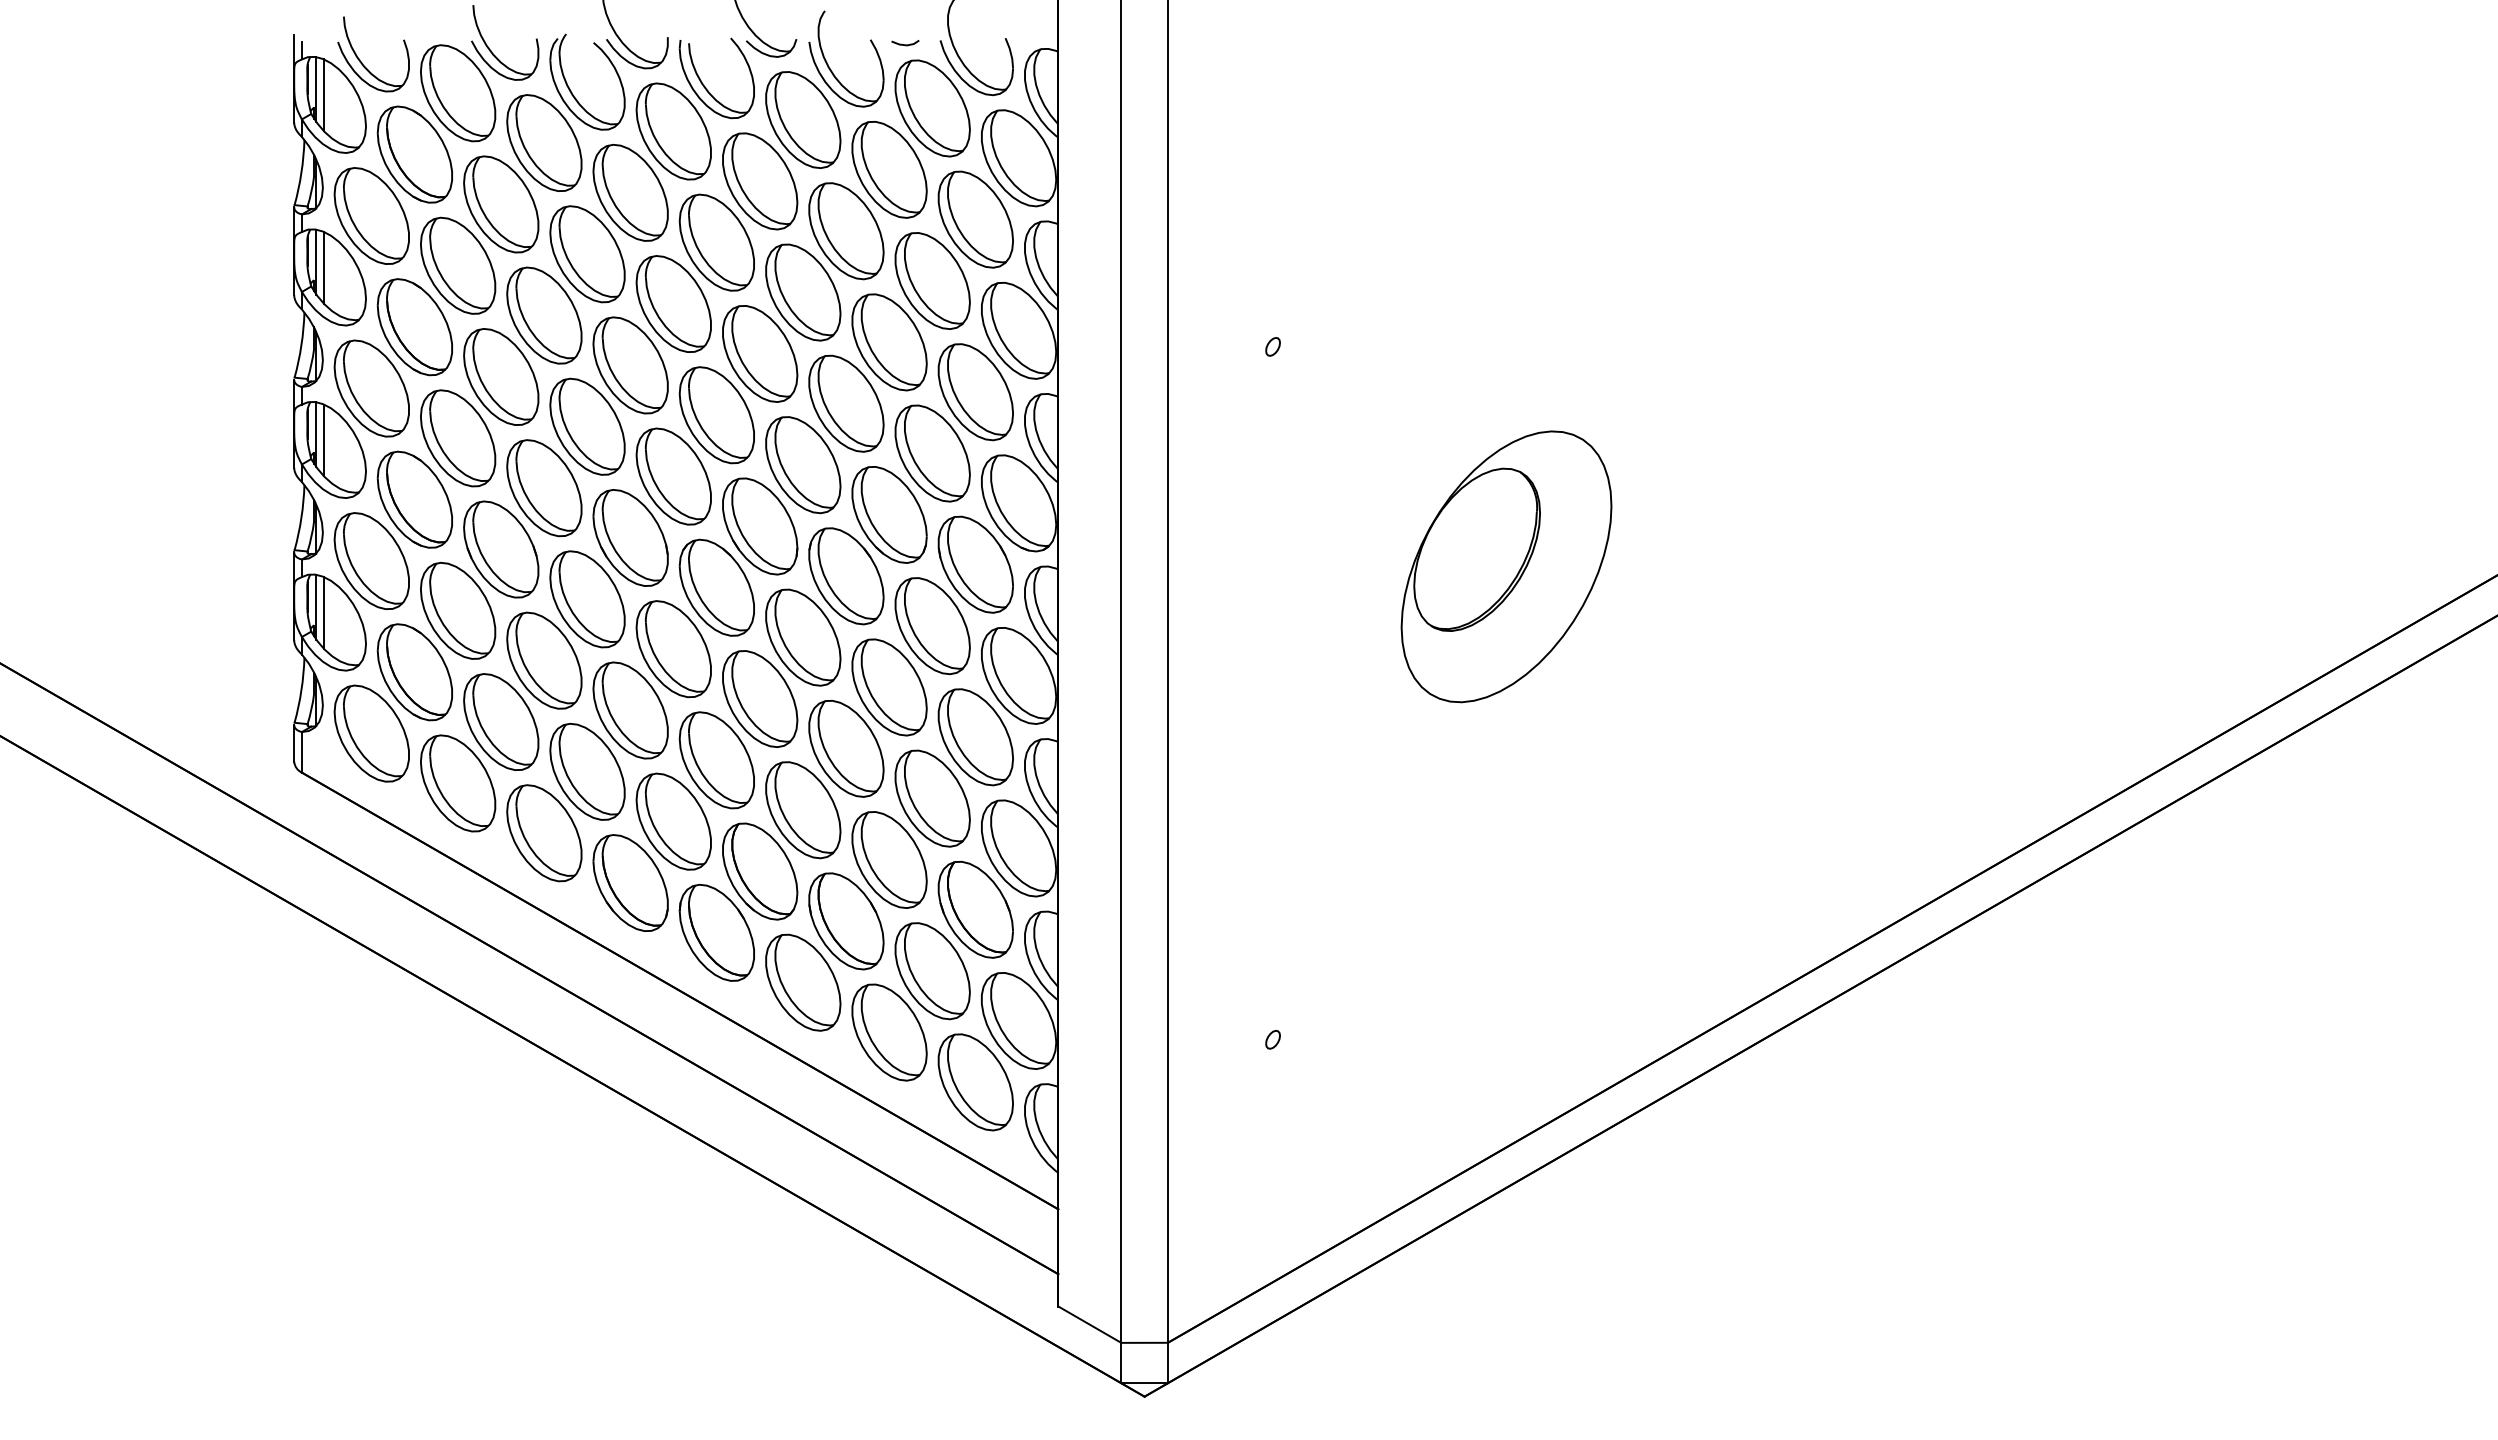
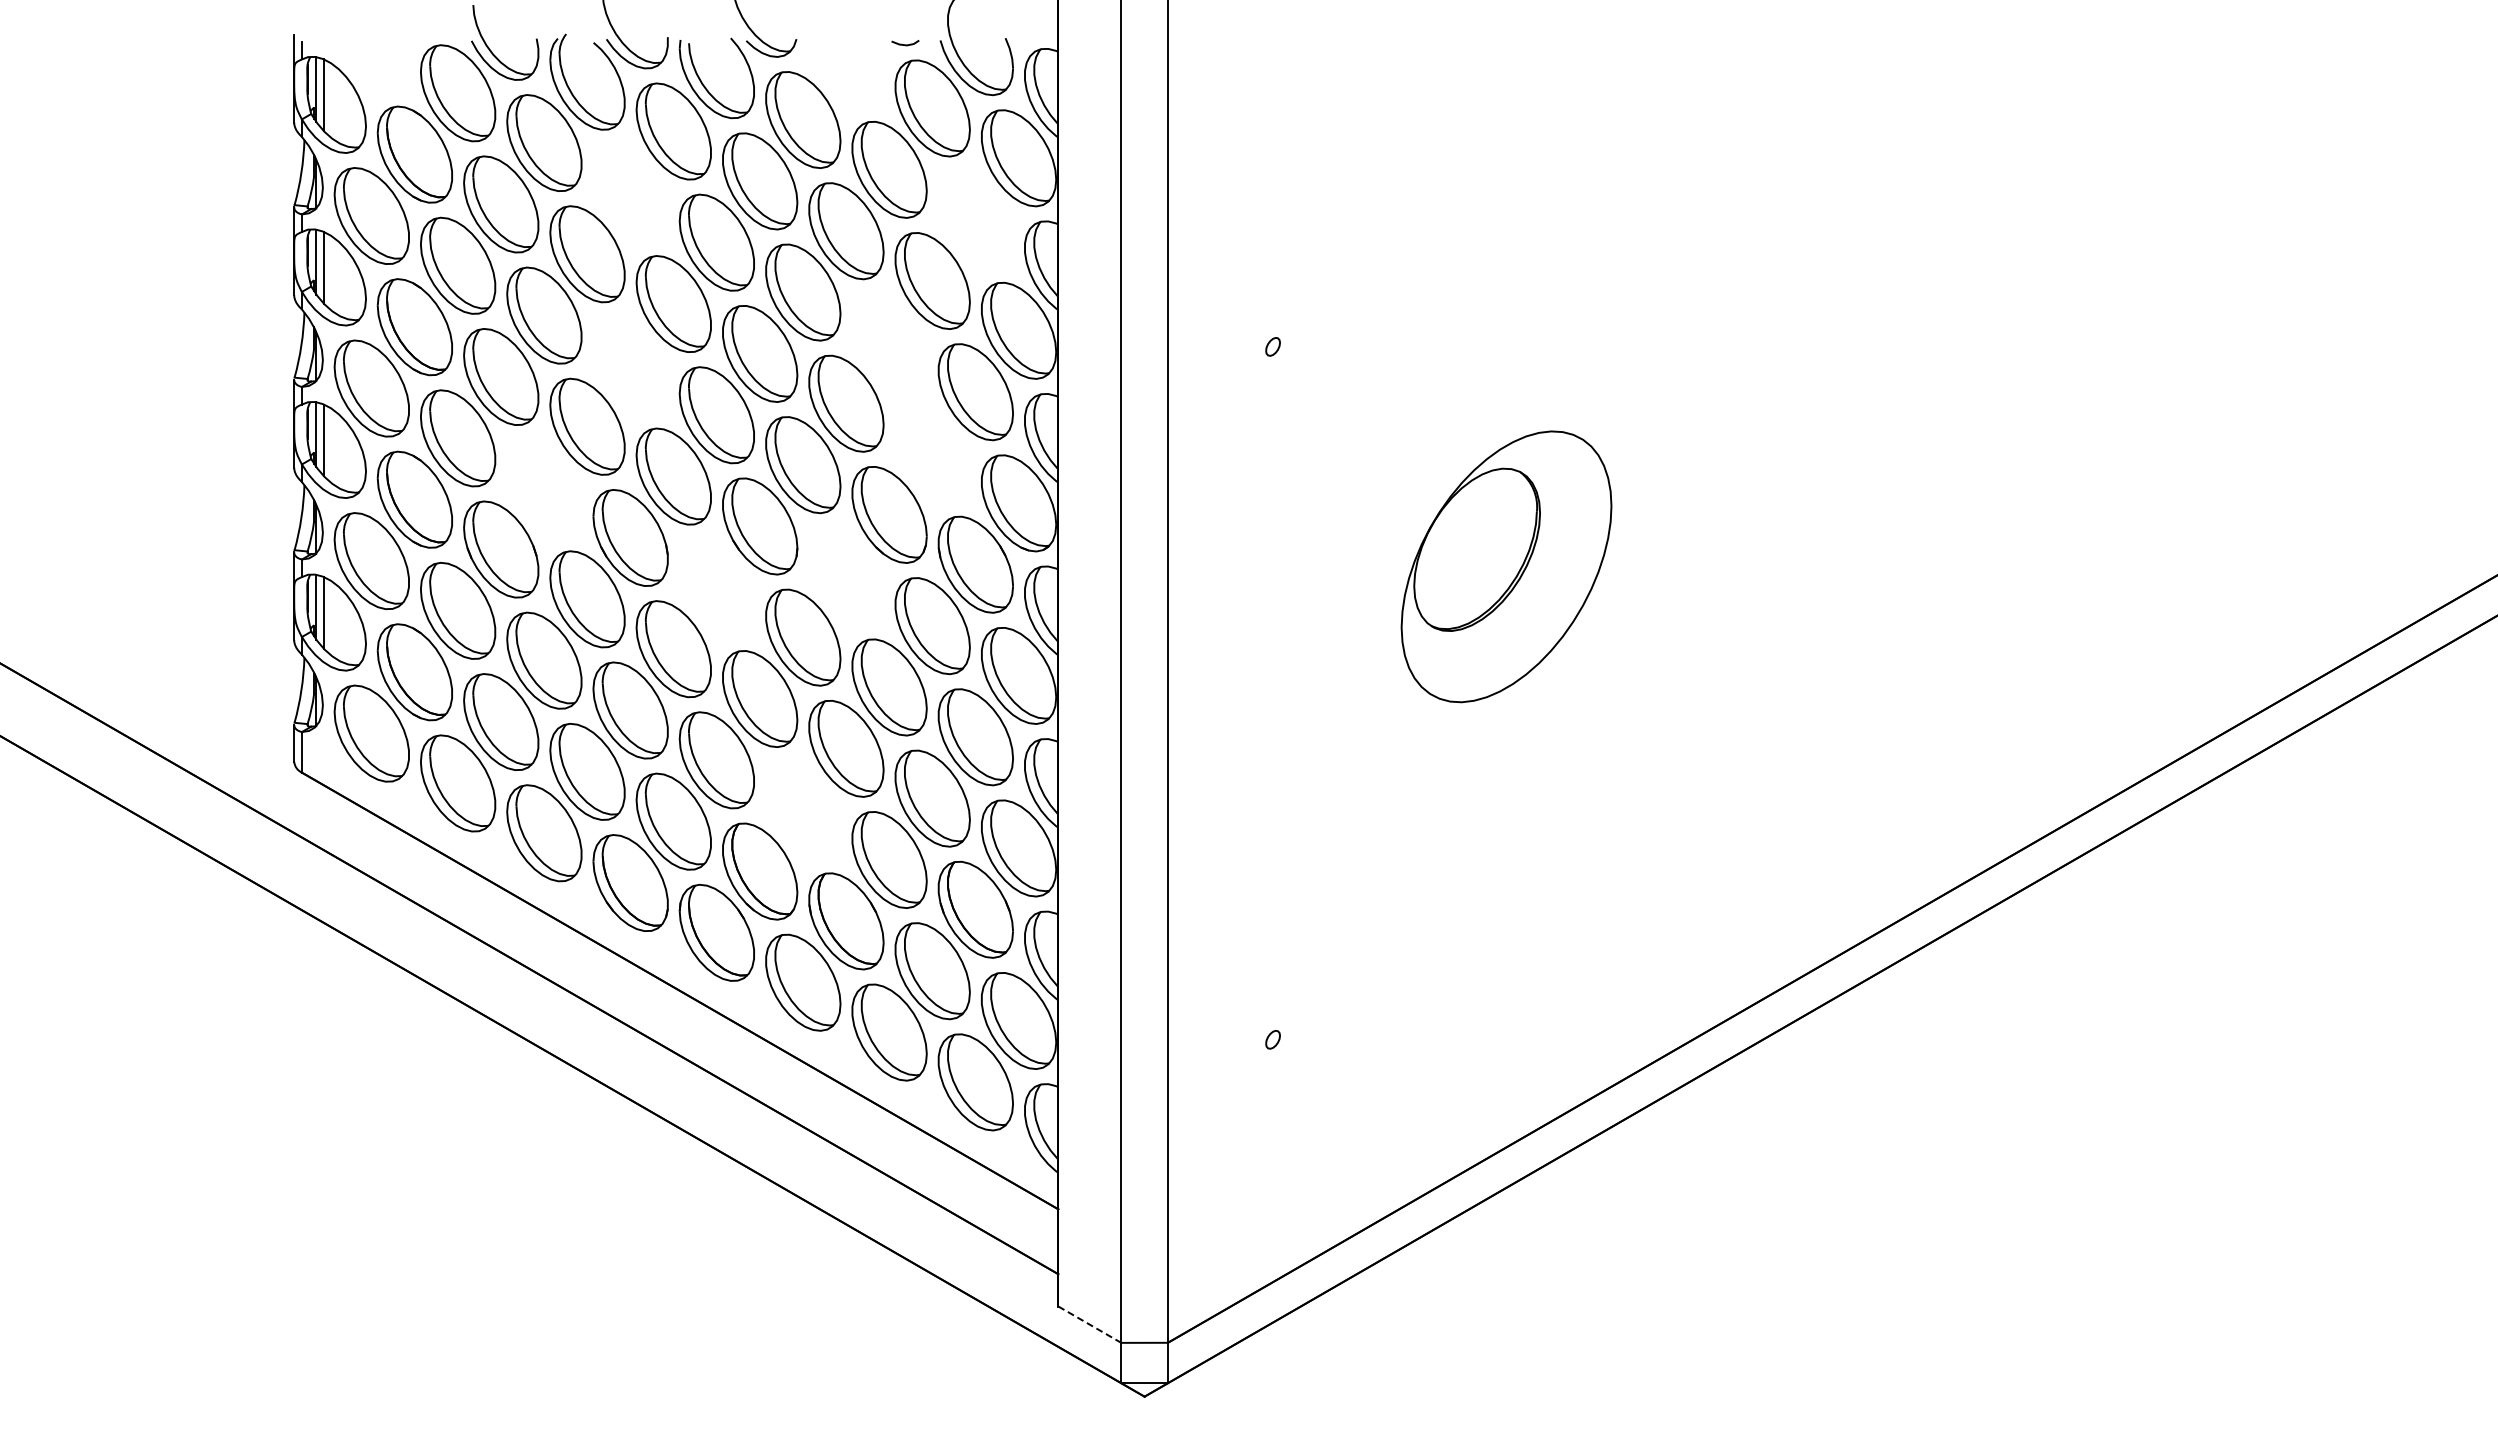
part at (362, 62): present -> none
part at (831, 69): present -> none
part at (630, 192): present -> none
part at (975, 219): present -> none
part at (889, 342): present -> none
part at (630, 365): present -> none
part at (932, 453): present -> none
part at (544, 488): present -> none
part at (846, 576): present -> none
part at (716, 587): present -> none
part at (803, 810): present -> none
line at (1090, 1324): solid -> dashed
